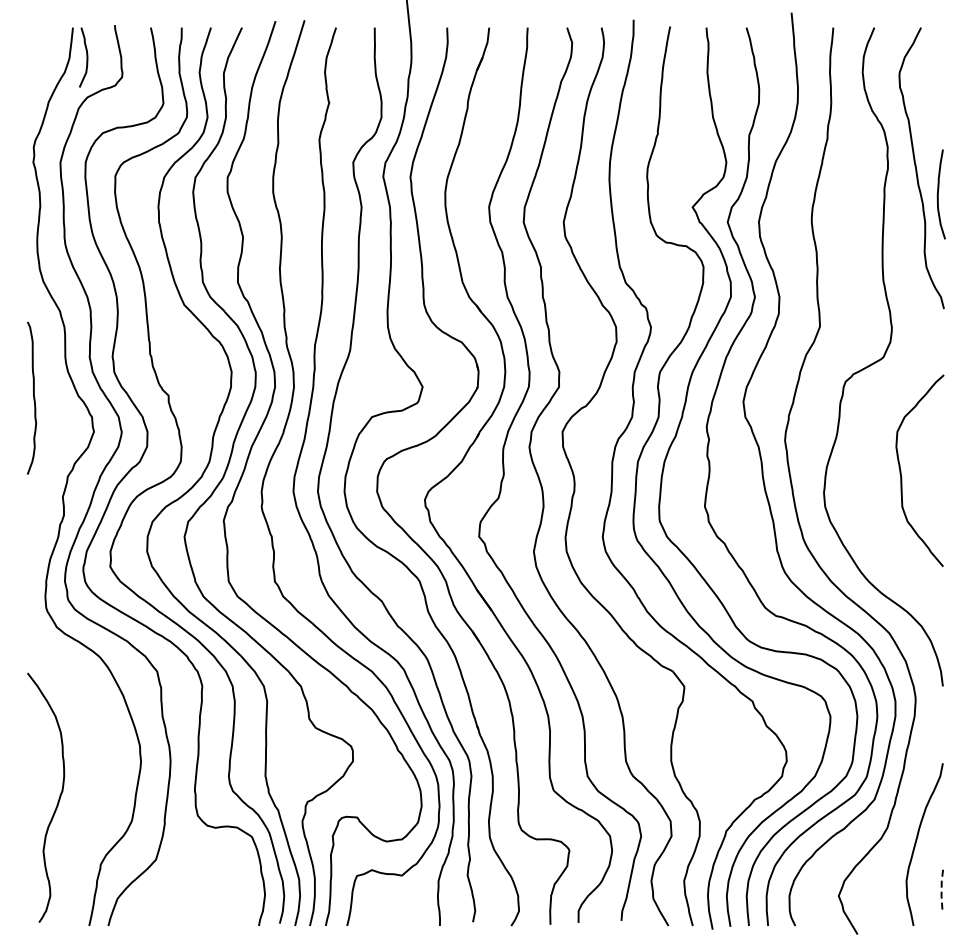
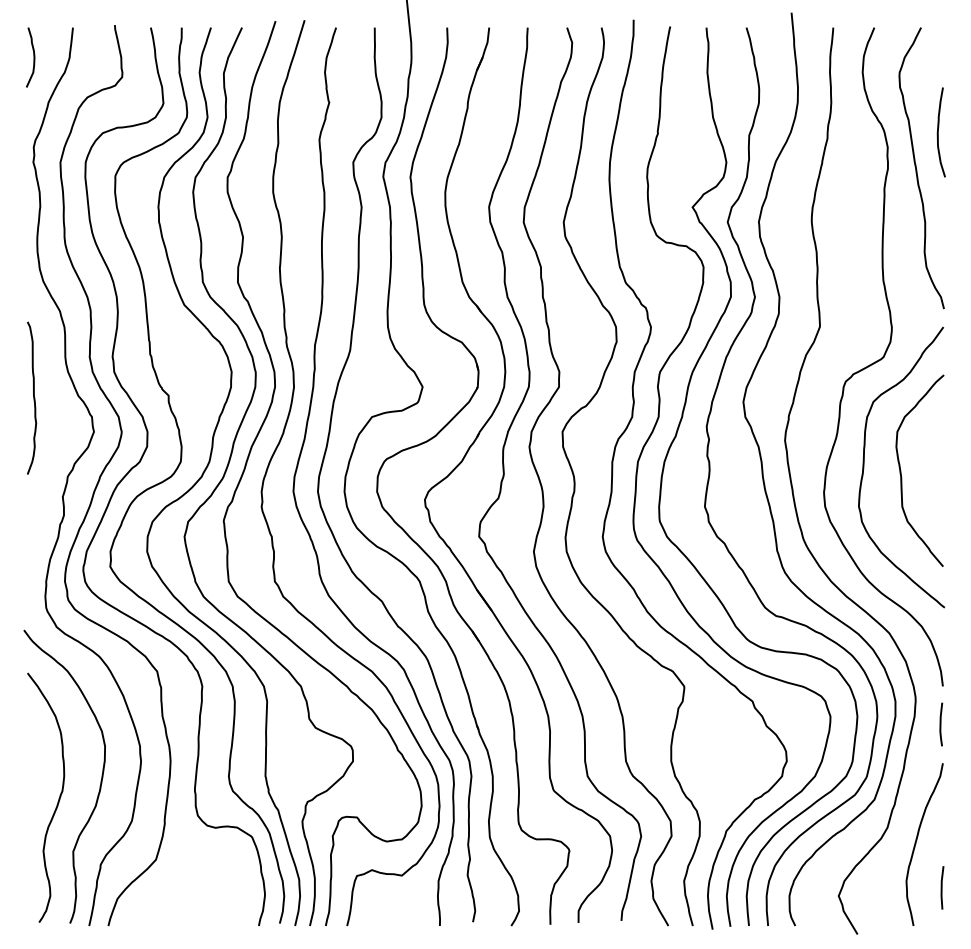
curve at (86, 57) position: (86, 57) -> (33, 57)
curve at (938, 194) position: (938, 194) -> (938, 132)
curve at (864, 467): none -> present
line at (941, 724): none -> present
curve at (100, 780): none -> present
line at (941, 887): dashed -> solid
